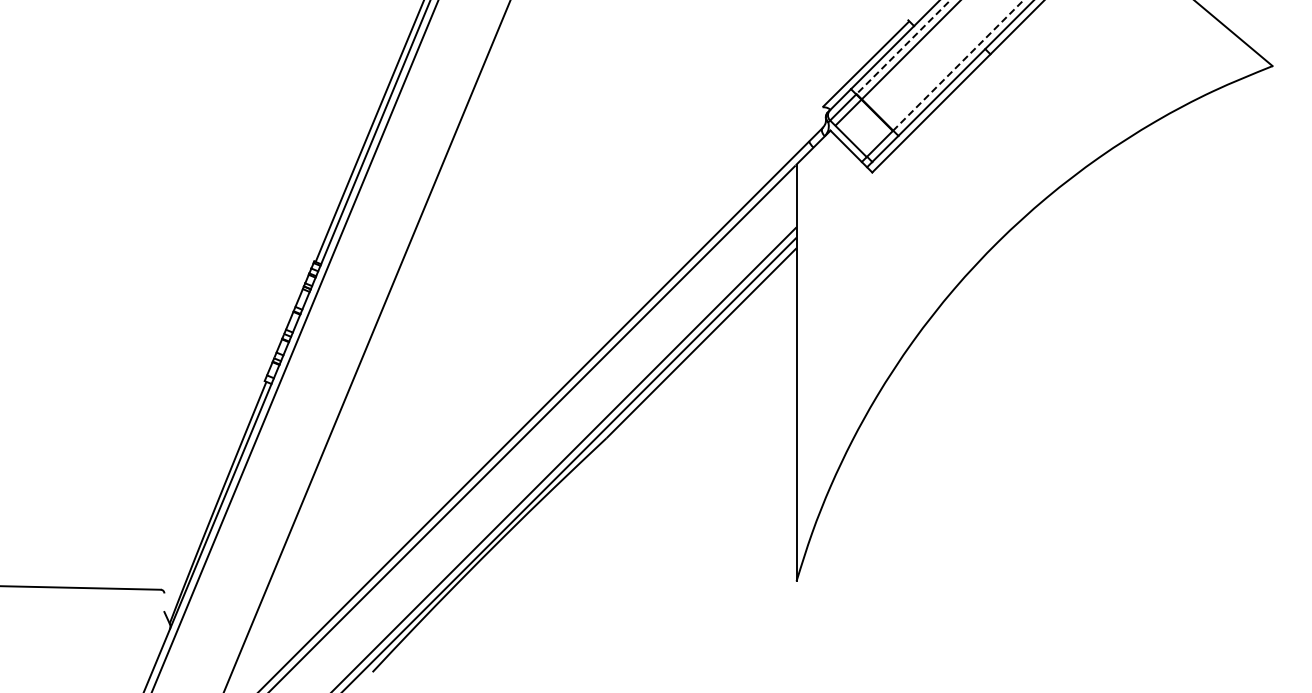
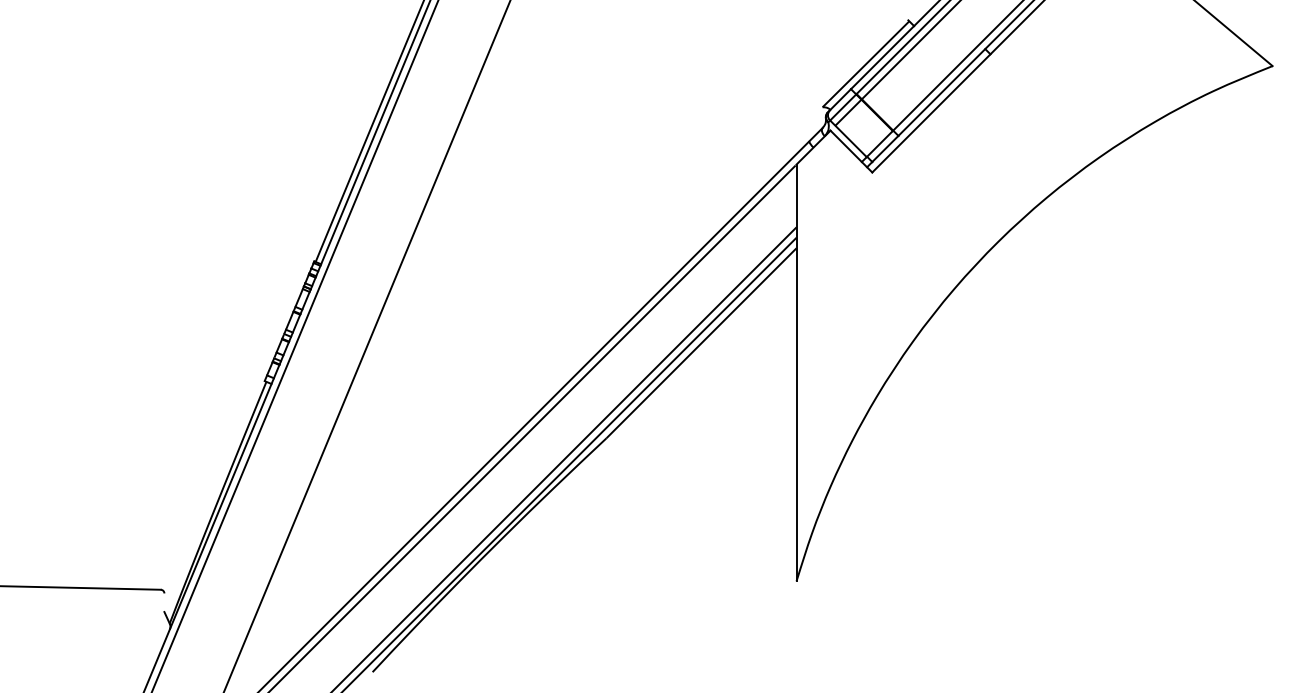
line at (902, 47): dashed -> solid
line at (958, 65): dashed -> solid
